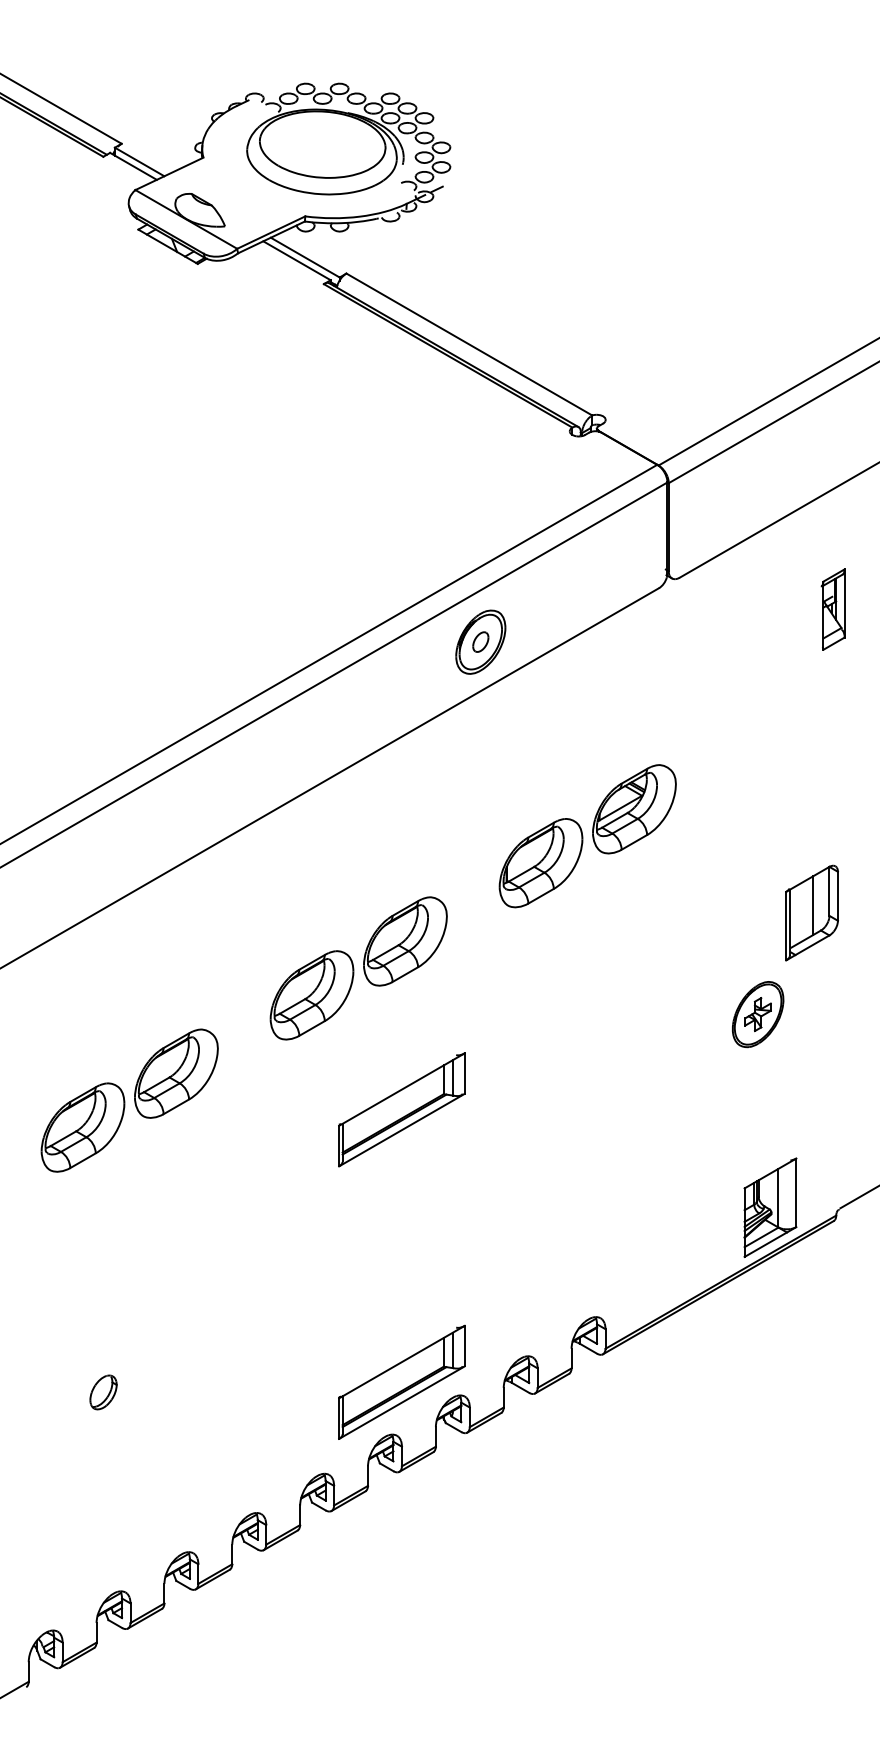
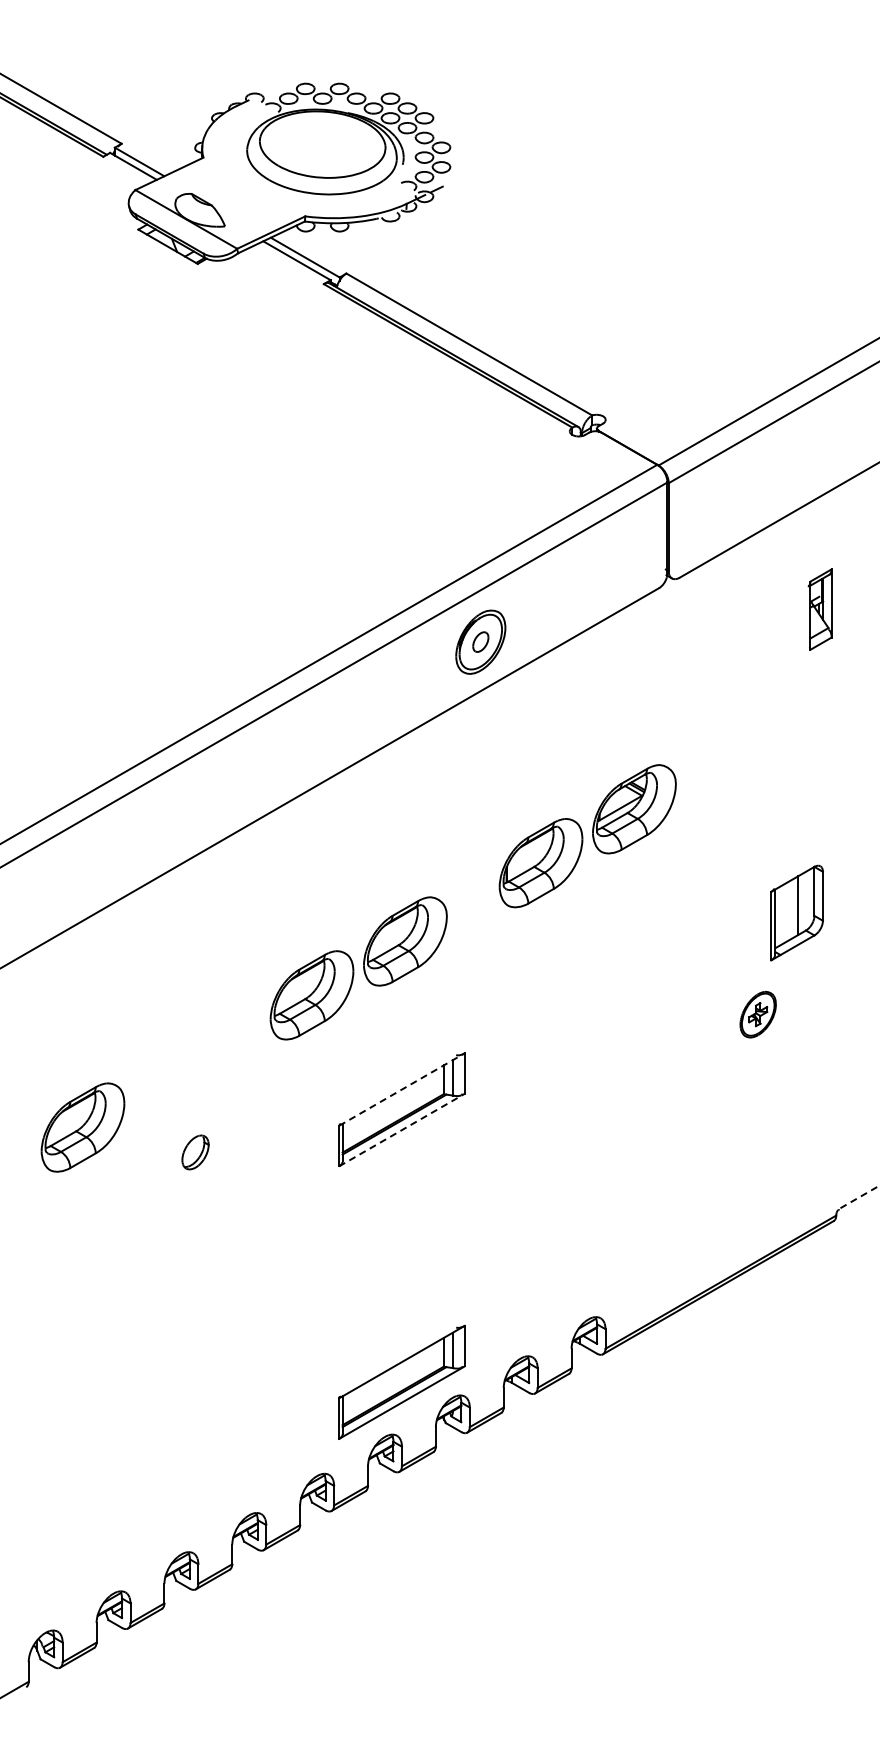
part at (832, 609) position: (832, 609) -> (819, 609)
part at (811, 912) position: (811, 912) -> (796, 912)
part at (758, 1014) size: 53x68 px -> 38x49 px
part at (176, 1073): present -> none
line at (401, 1089): solid -> dashed
line at (401, 1130): solid -> dashed
line at (860, 1196): solid -> dashed
part at (770, 1207): present -> none
part at (103, 1392) position: (103, 1392) -> (195, 1152)
